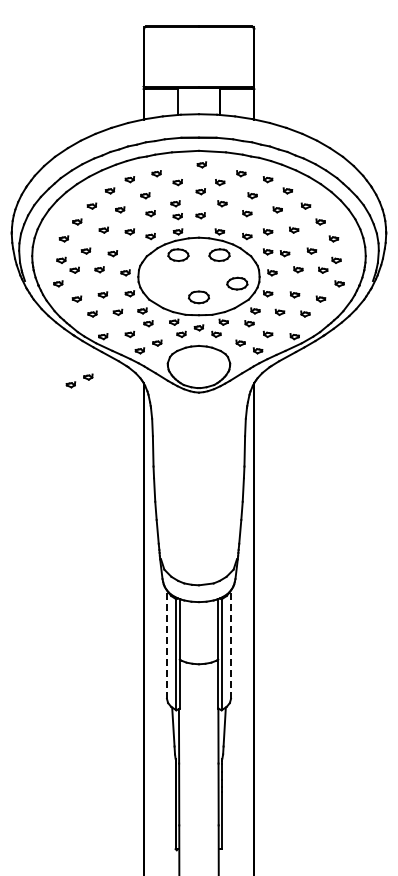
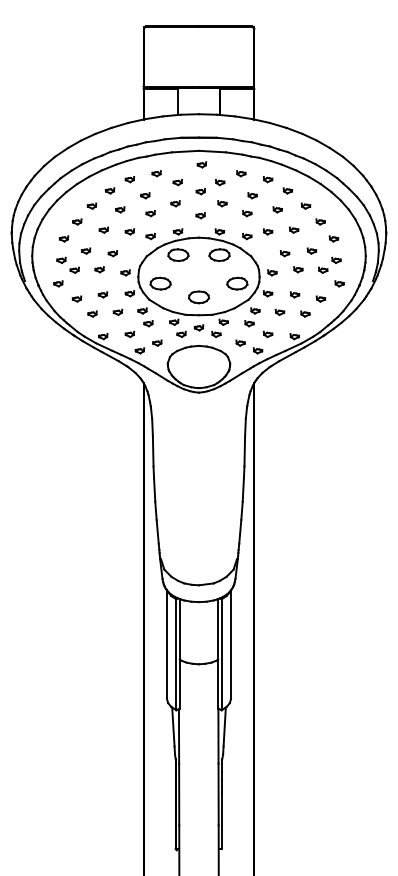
part at (177, 216): present -> none
part at (268, 251): present -> none
part at (160, 283): none -> present
part at (79, 380): present -> none
line at (166, 644): dashed -> solid
line at (231, 644): dashed -> solid
